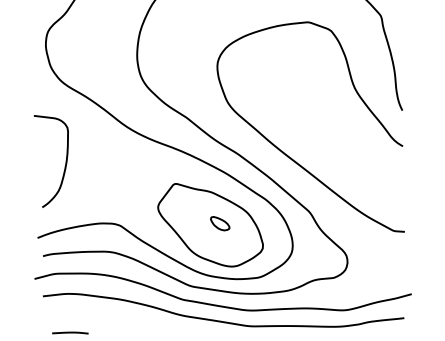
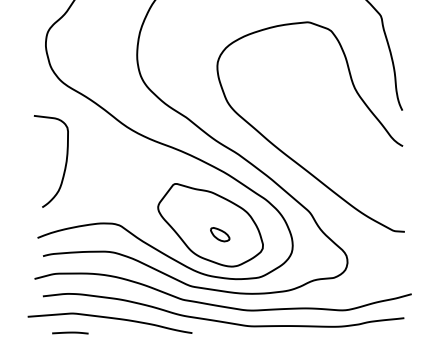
part at (220, 223) position: (220, 223) -> (220, 234)
curve at (109, 318): none -> present
